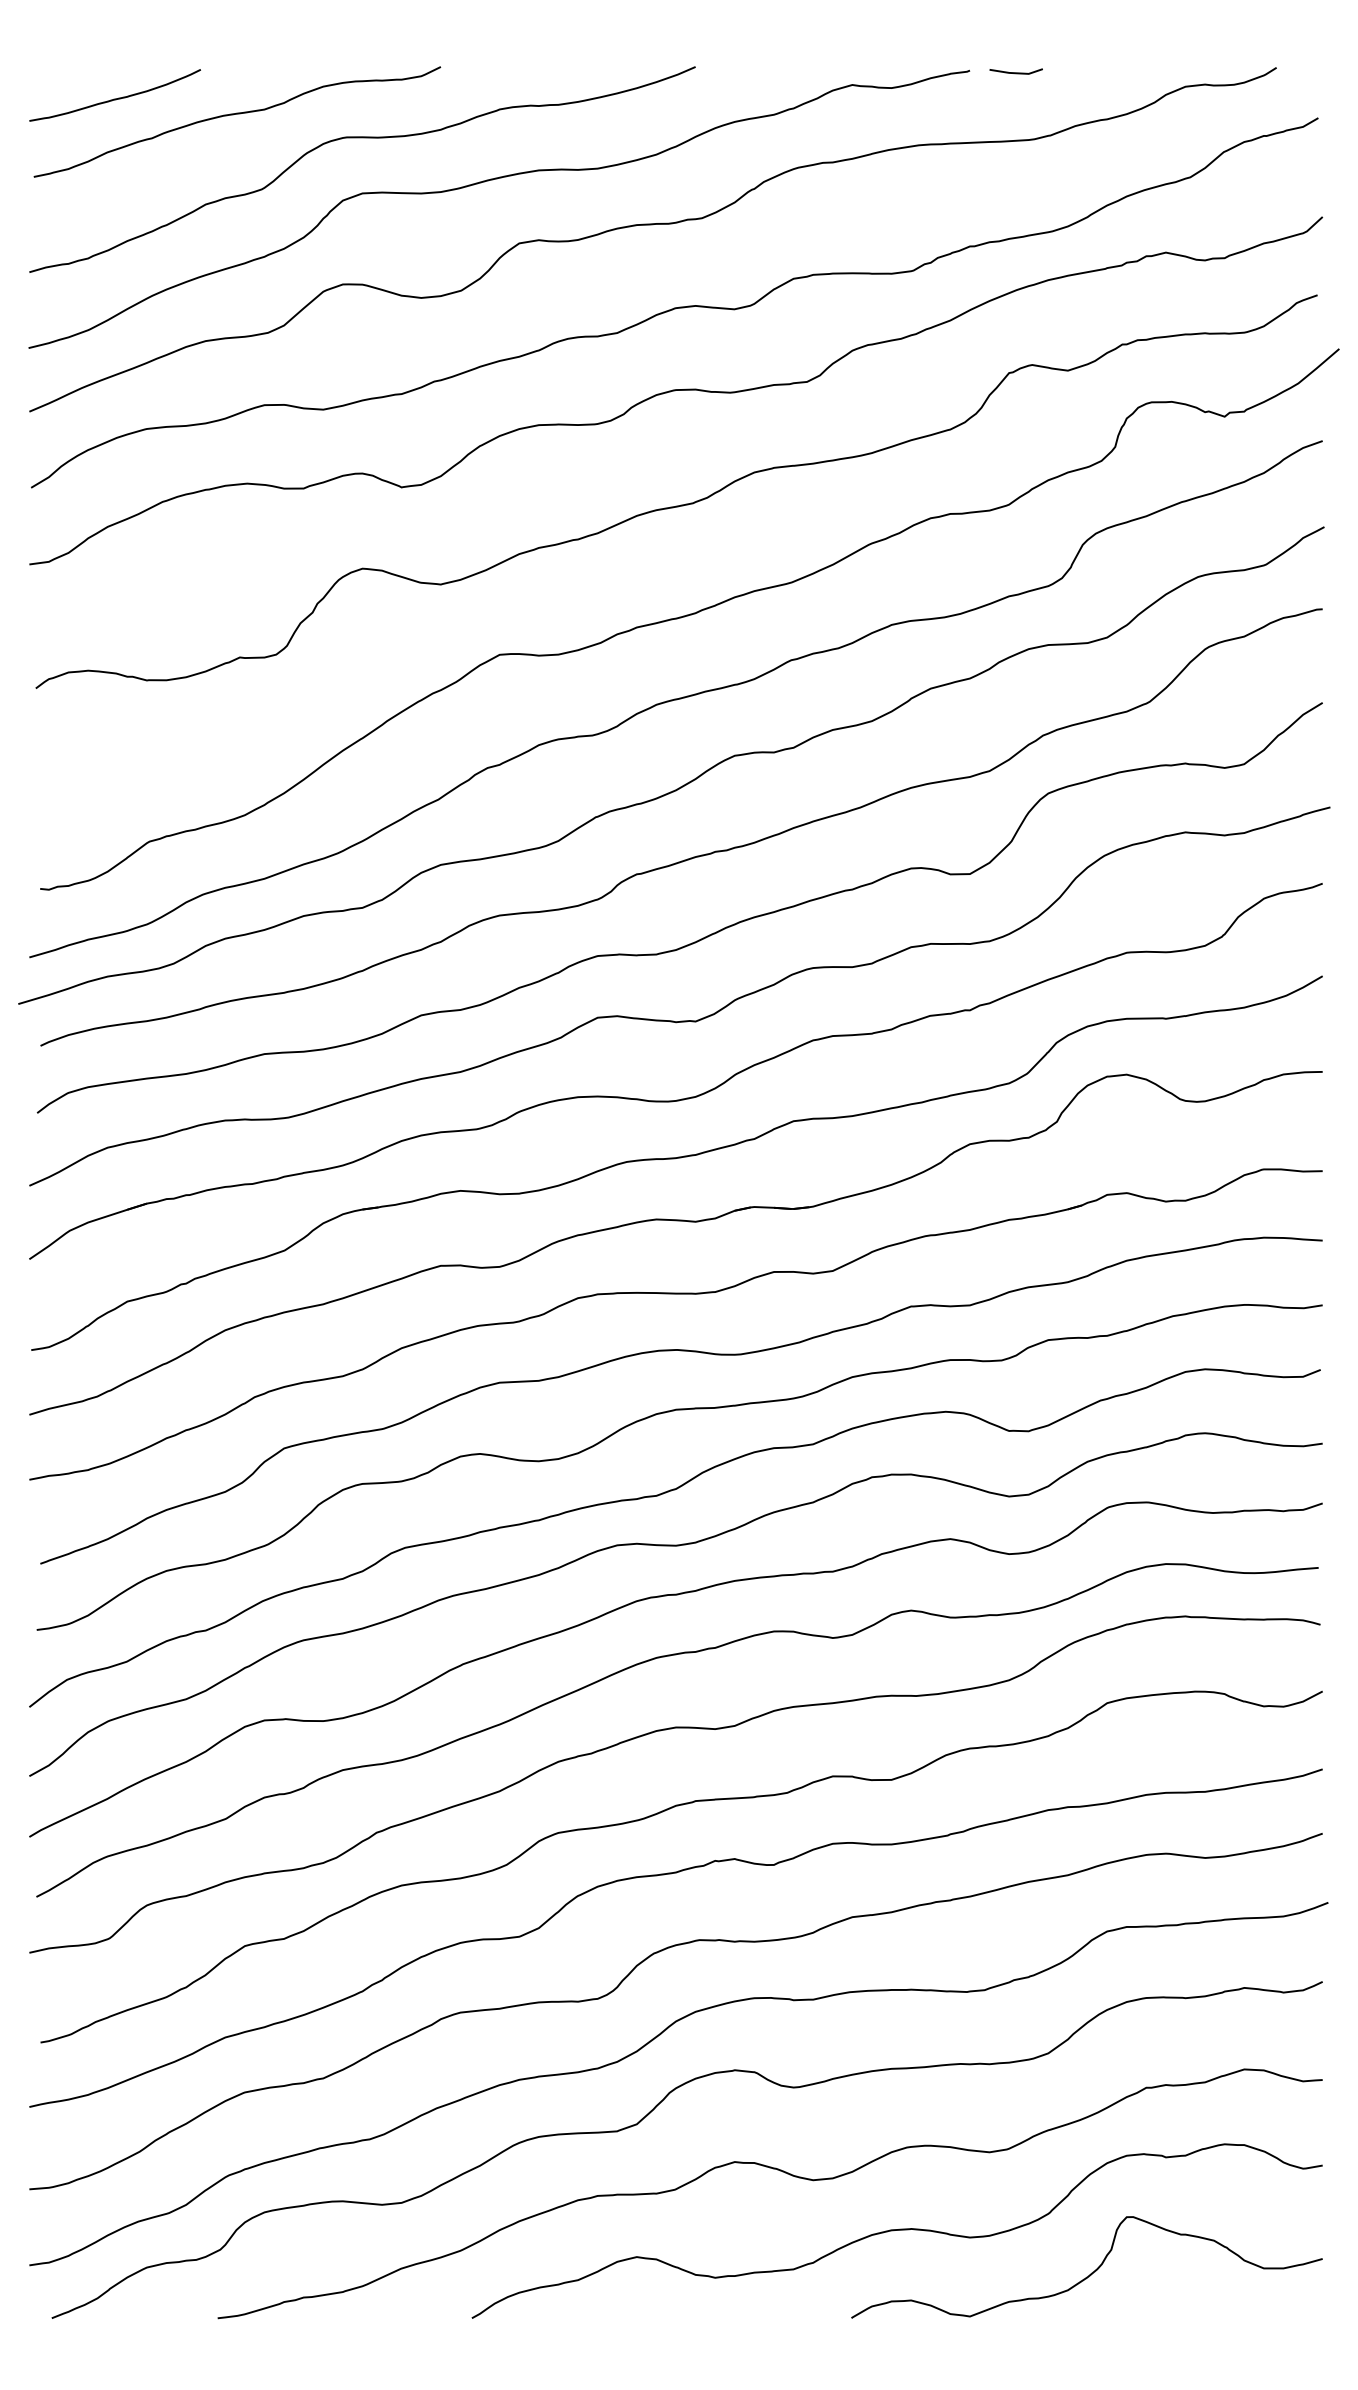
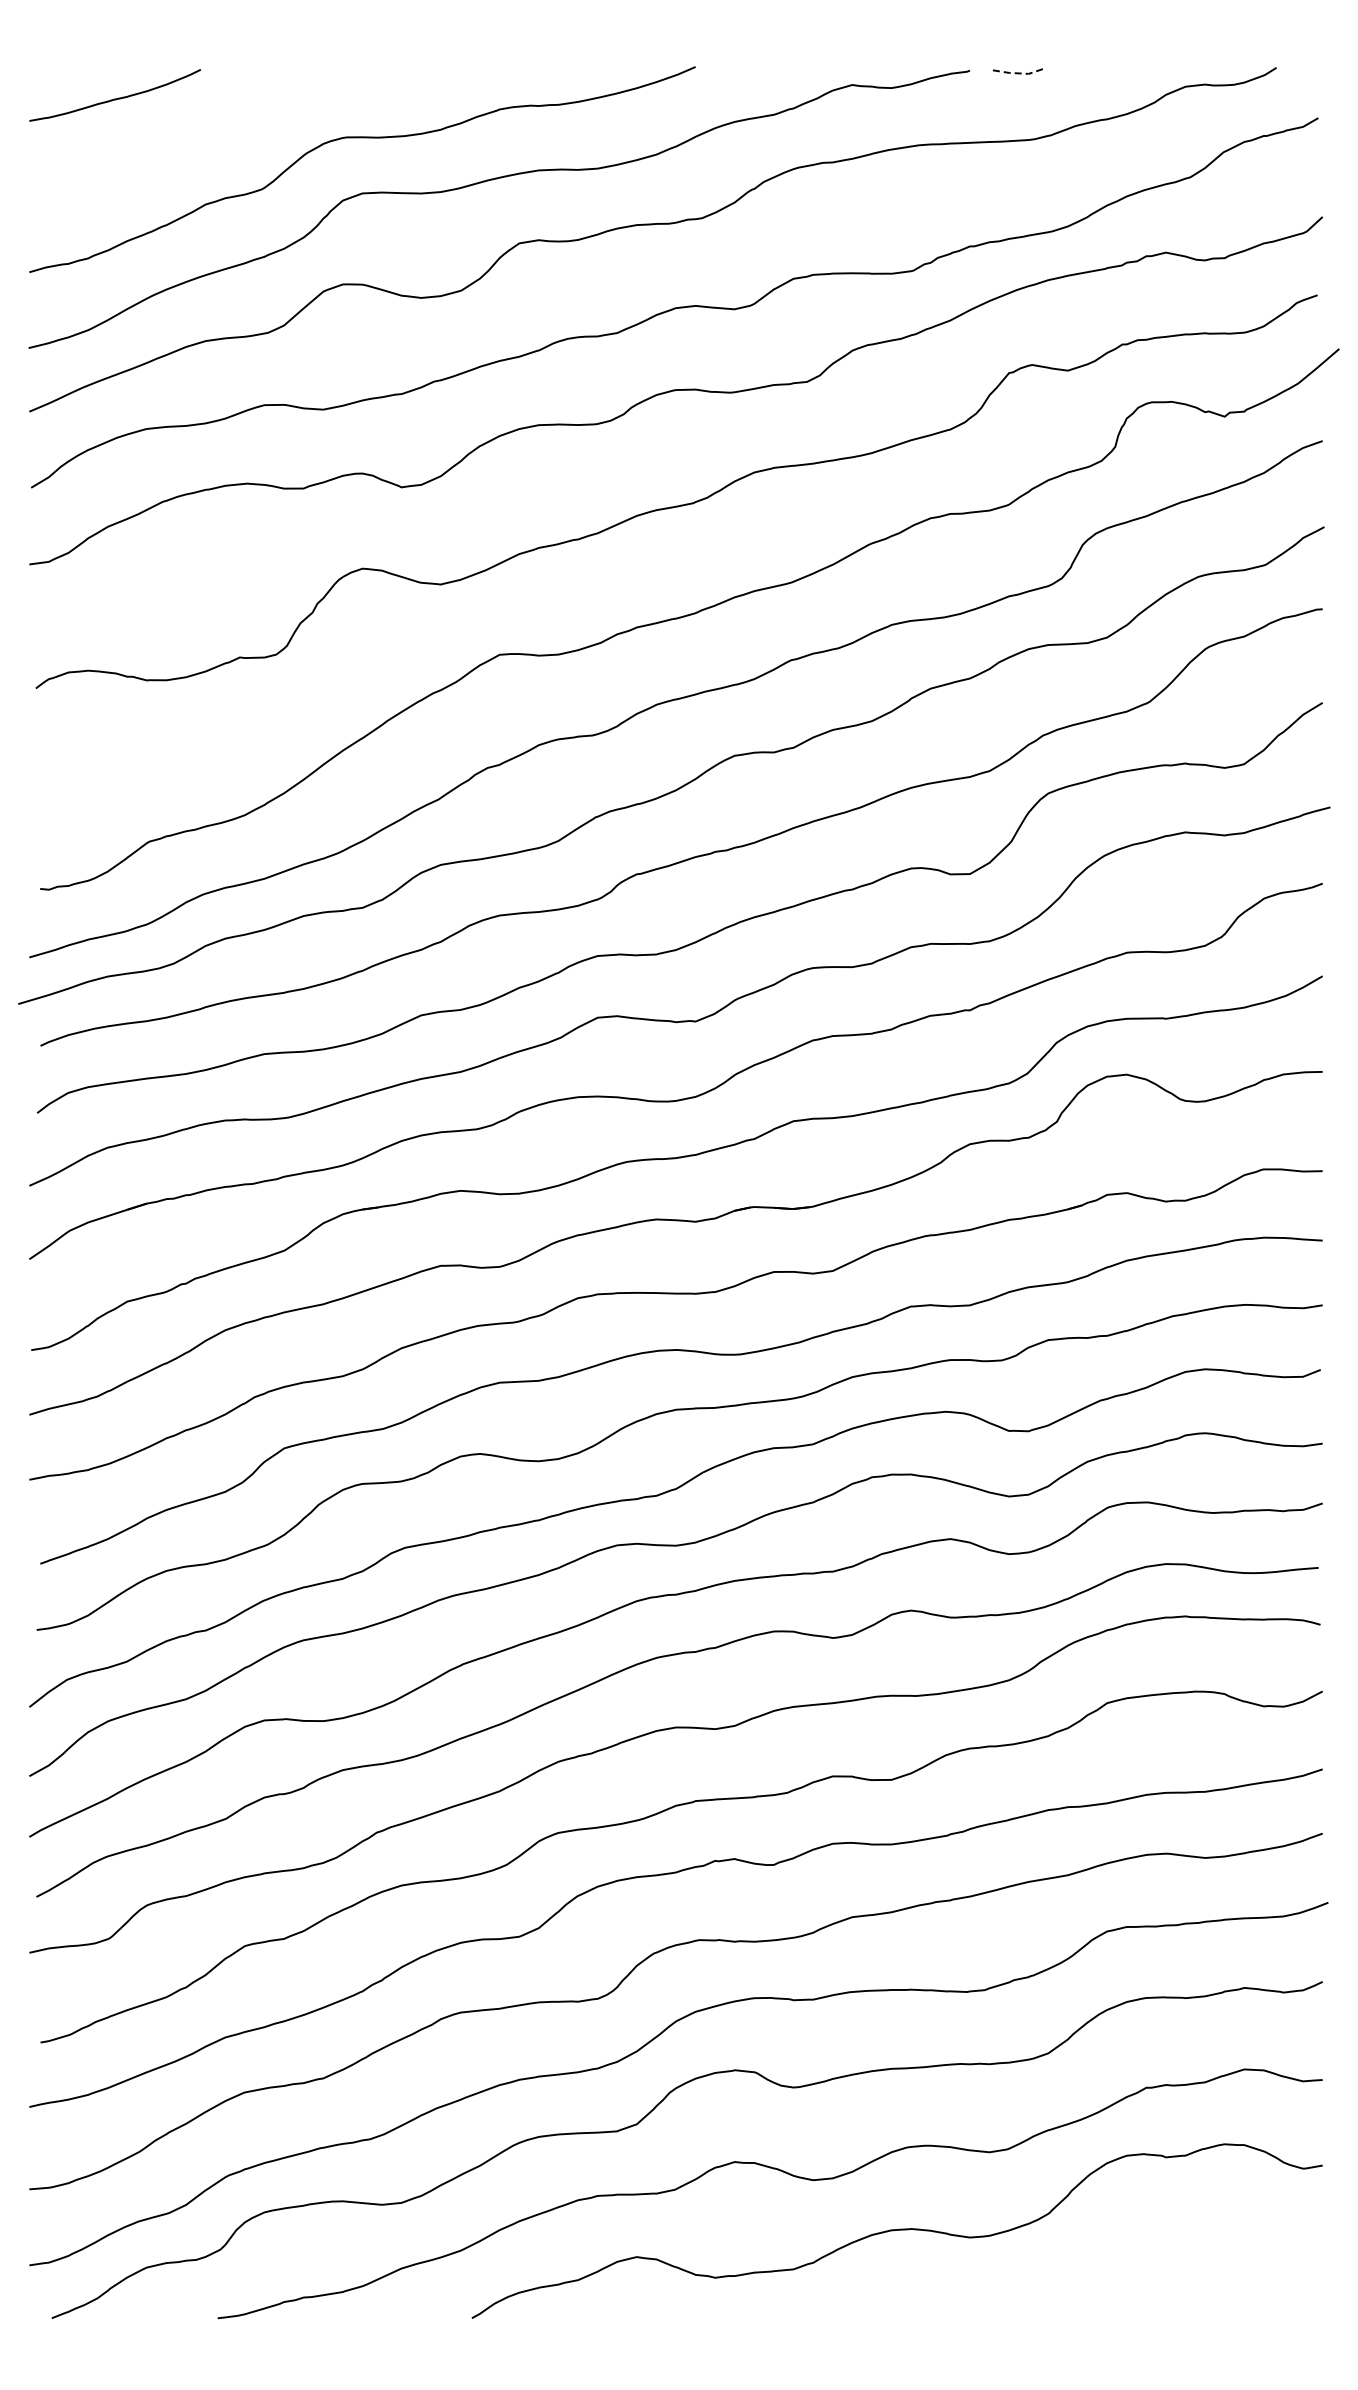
line at (1016, 73): solid -> dashed
curve at (237, 114): present -> none
curve at (1091, 2272): present -> none
